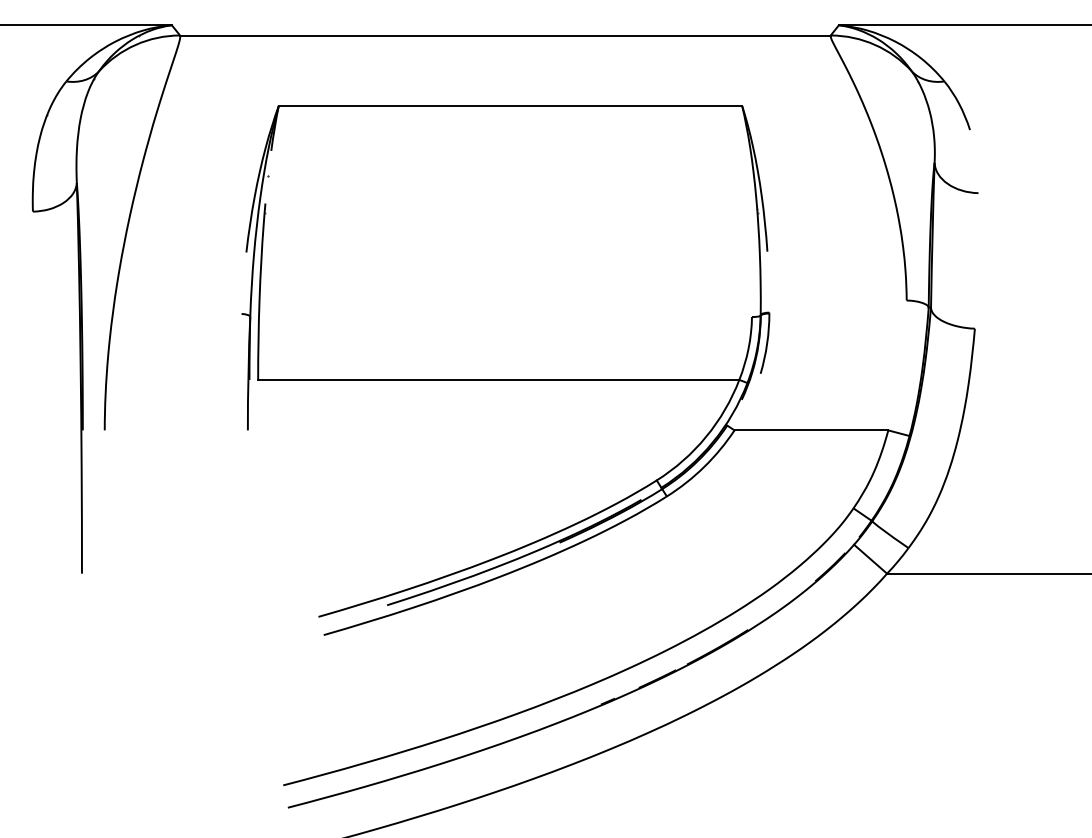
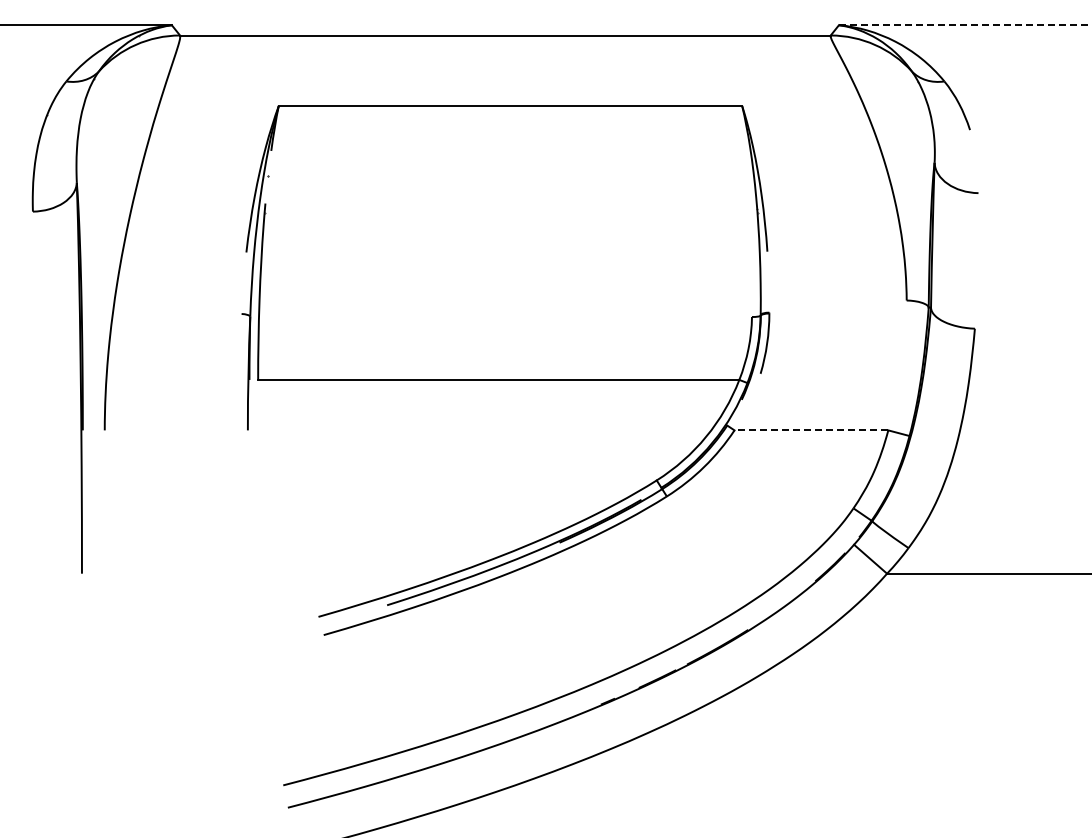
line at (965, 25): solid -> dashed
line at (811, 430): solid -> dashed
